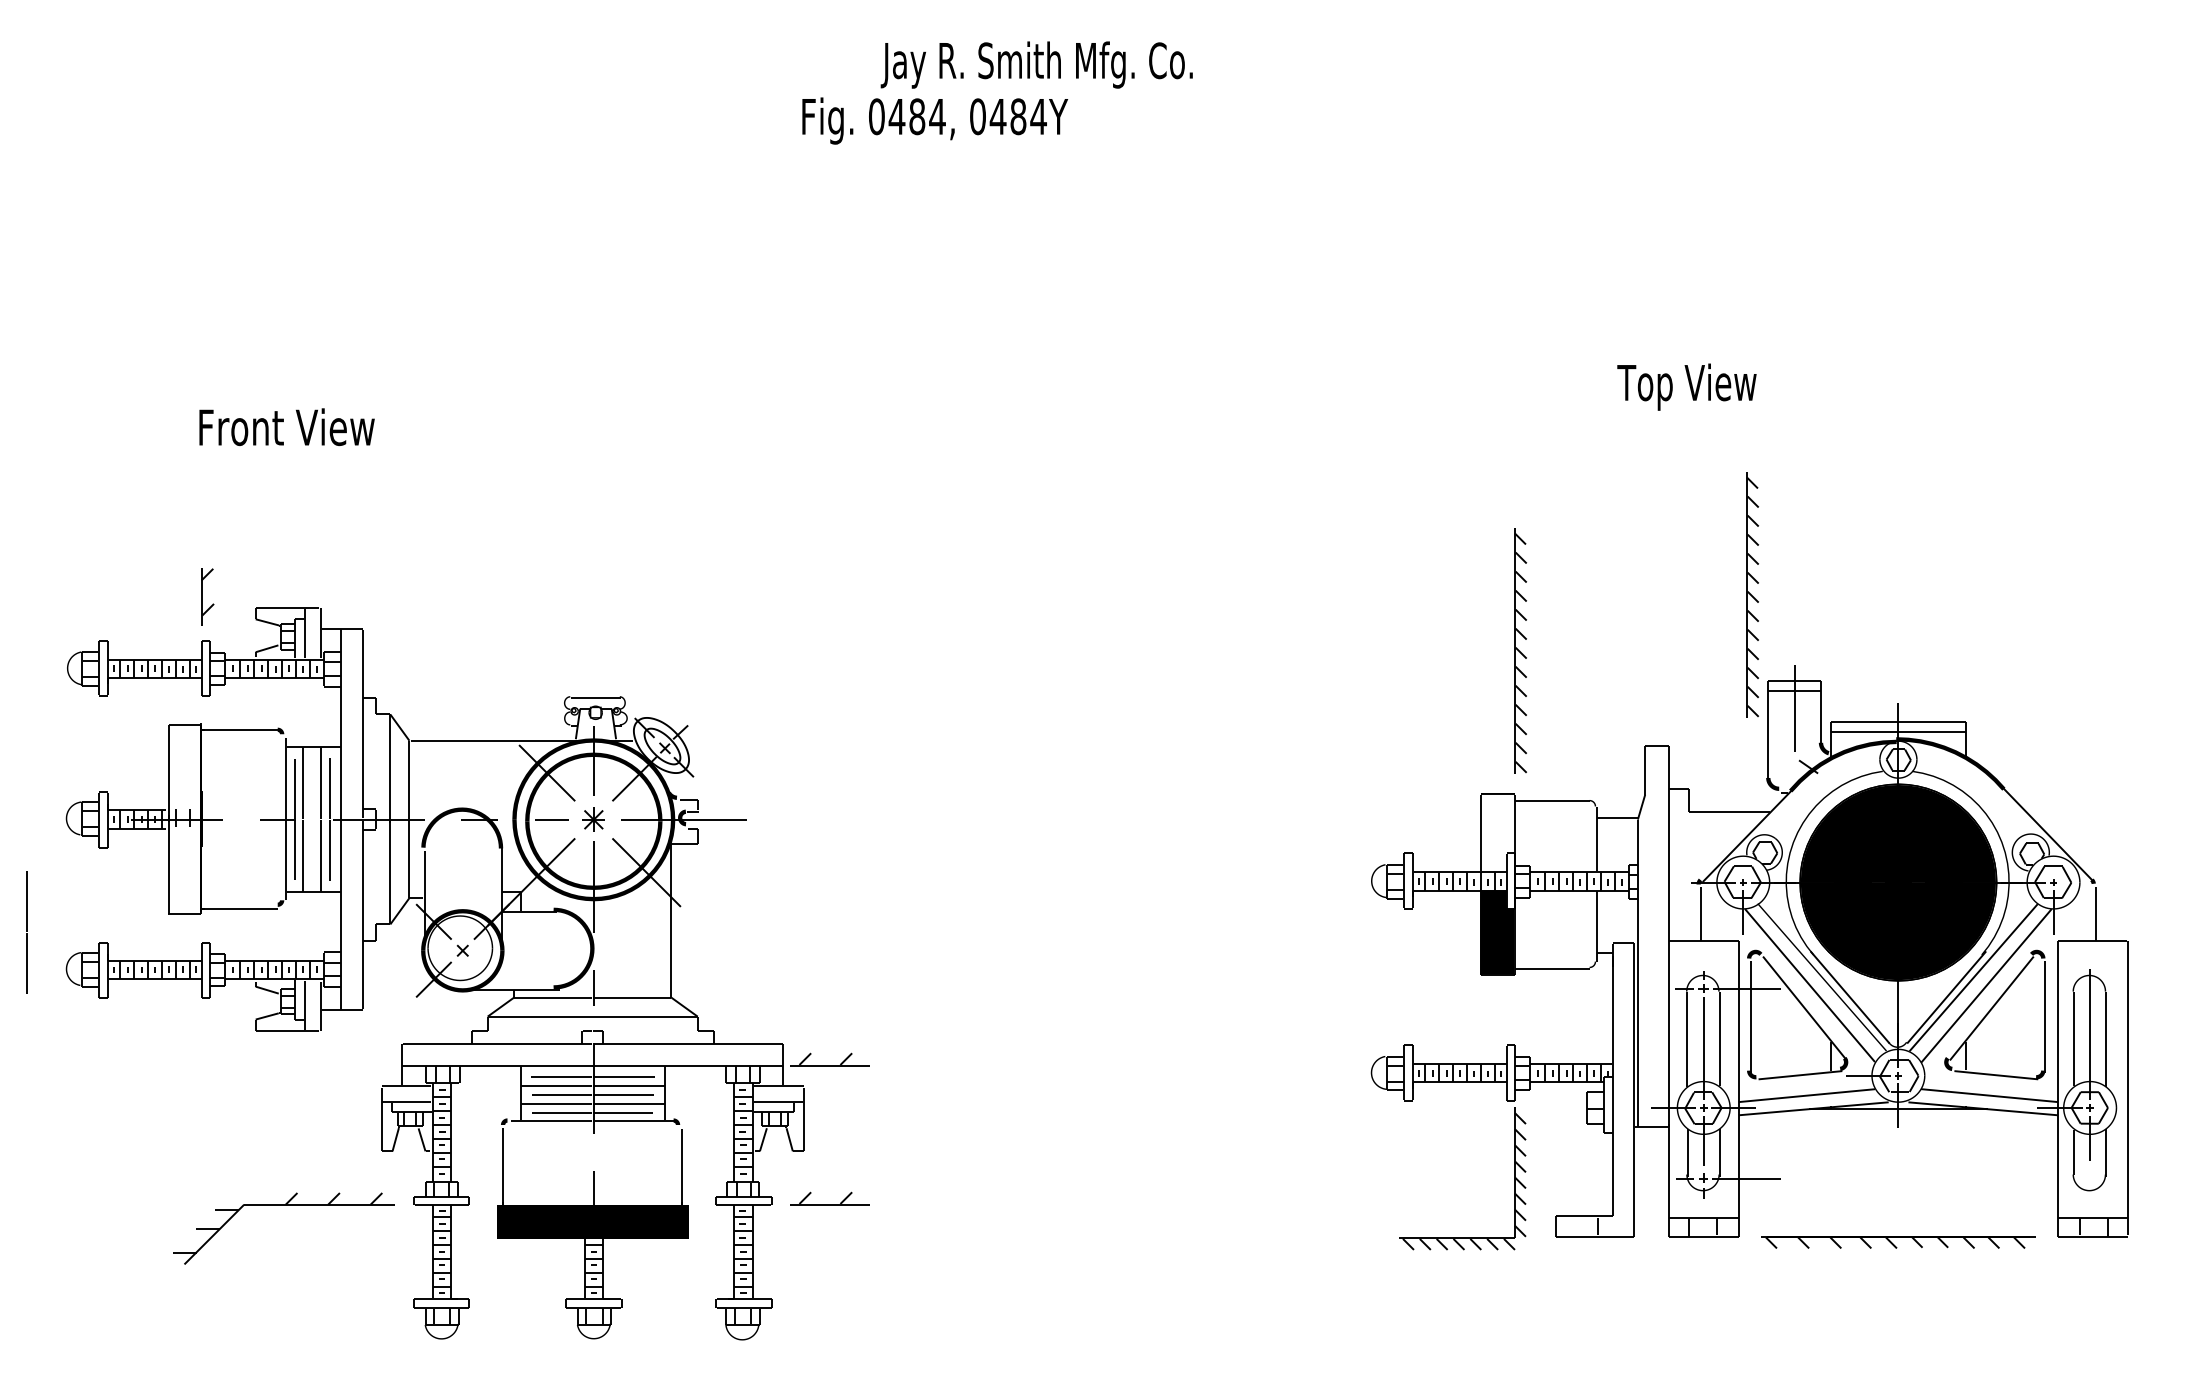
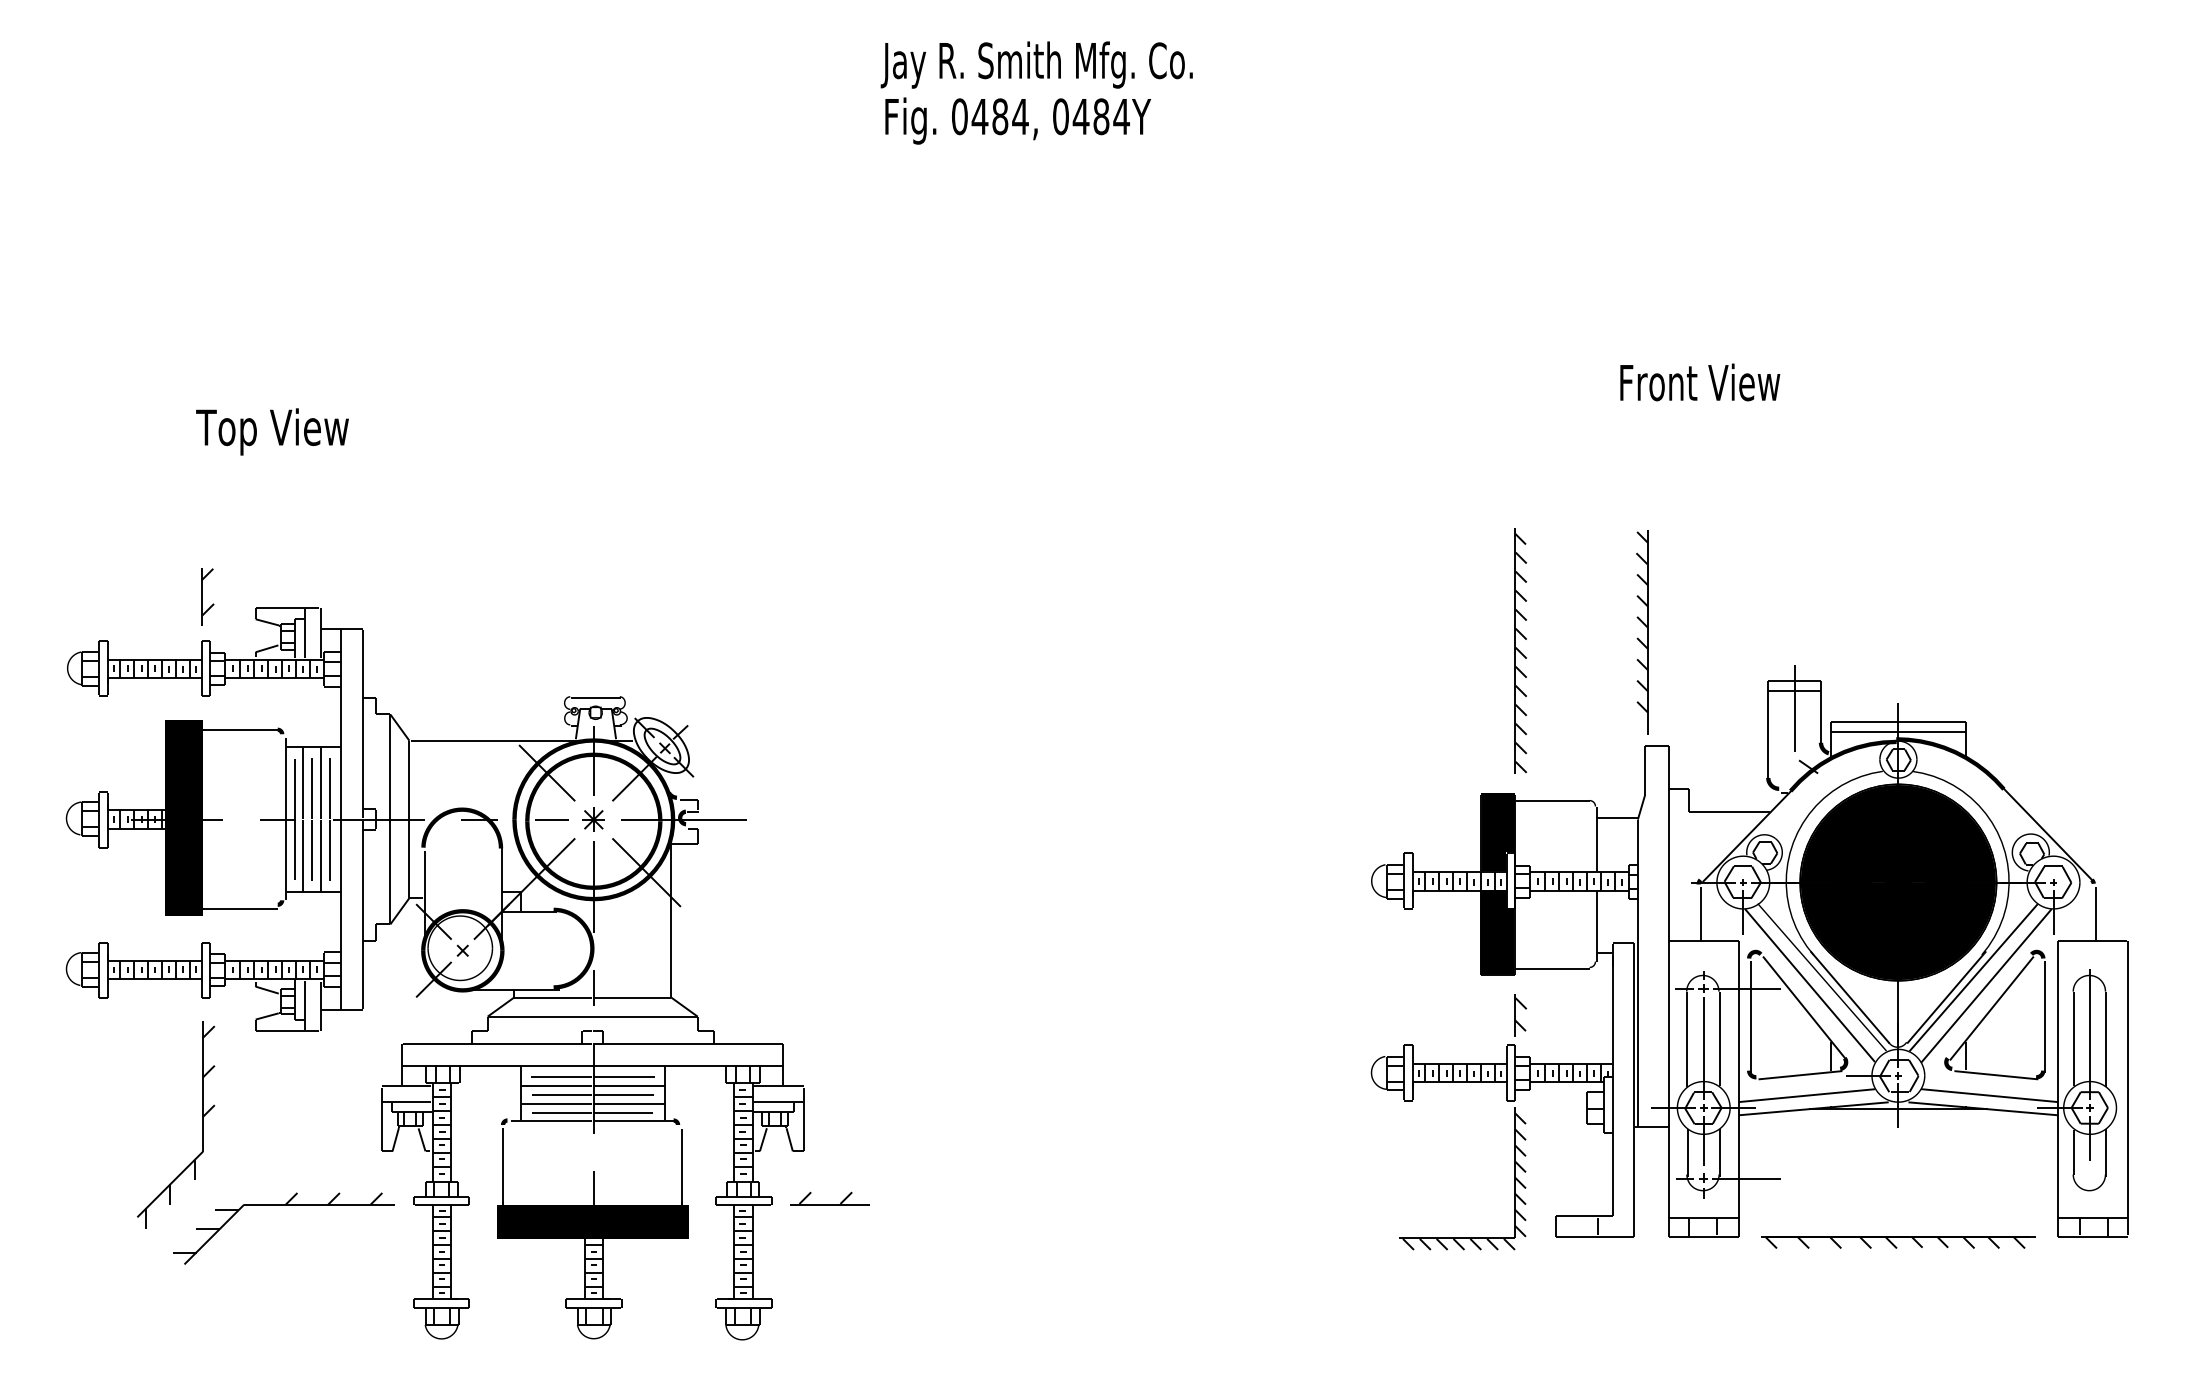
text at (935, 120) position: (935, 120) -> (1018, 120)
text at (1698, 386): Top View -> Front View
text at (285, 431): Front View -> Top View
part at (1752, 594): present -> none
part at (1642, 632): none -> present
fill at (183, 818): none -> present
fill at (1497, 832): none -> present
line at (26, 931) position: (26, 931) -> (311, 818)
part at (1520, 1015): none -> present
part at (829, 1059): present -> none
part at (202, 1124): none -> present
